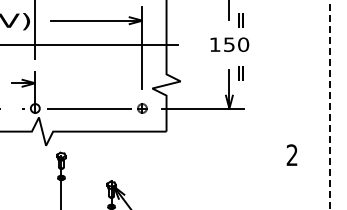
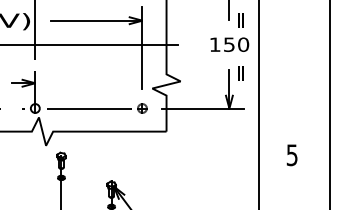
line at (258, 104): none -> present
line at (329, 104): dashed -> solid
text at (291, 155): 2 -> 5
